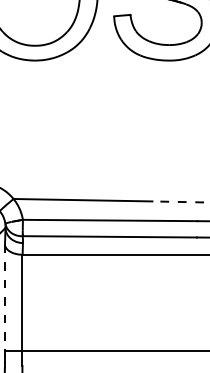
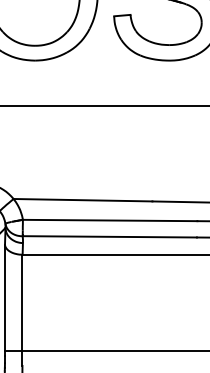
line at (104, 106): none -> present
line at (180, 201): dashed -> solid
line at (5, 300): dashed -> solid
